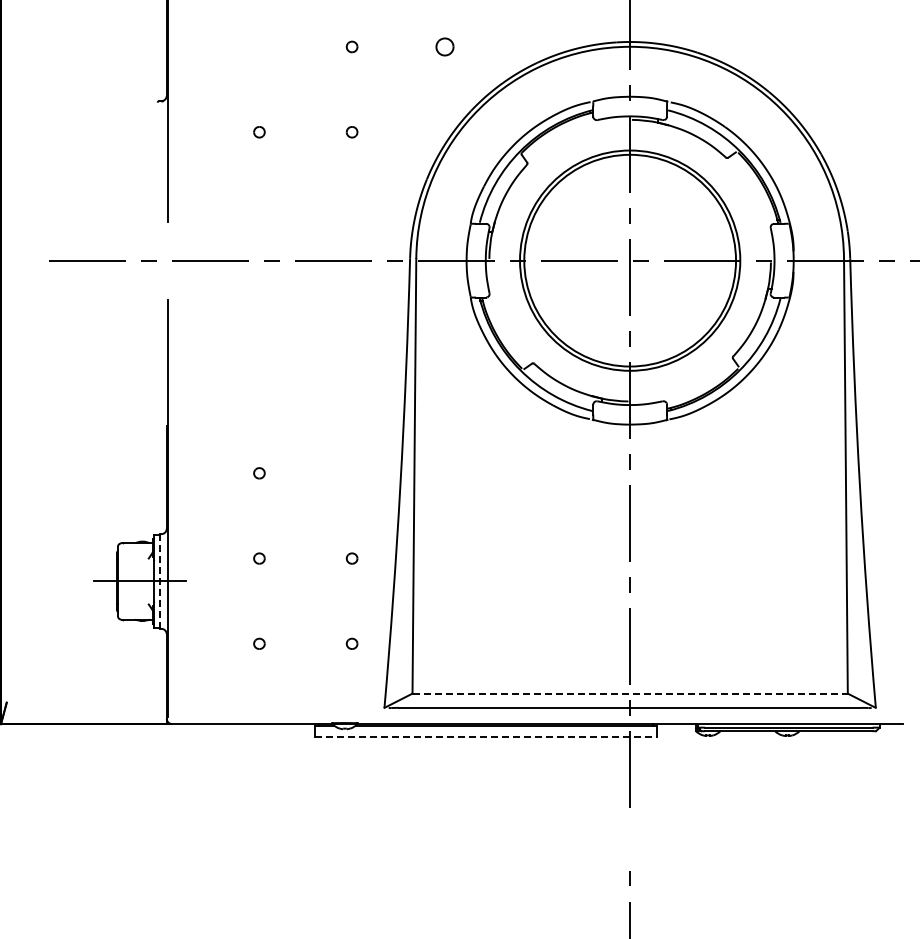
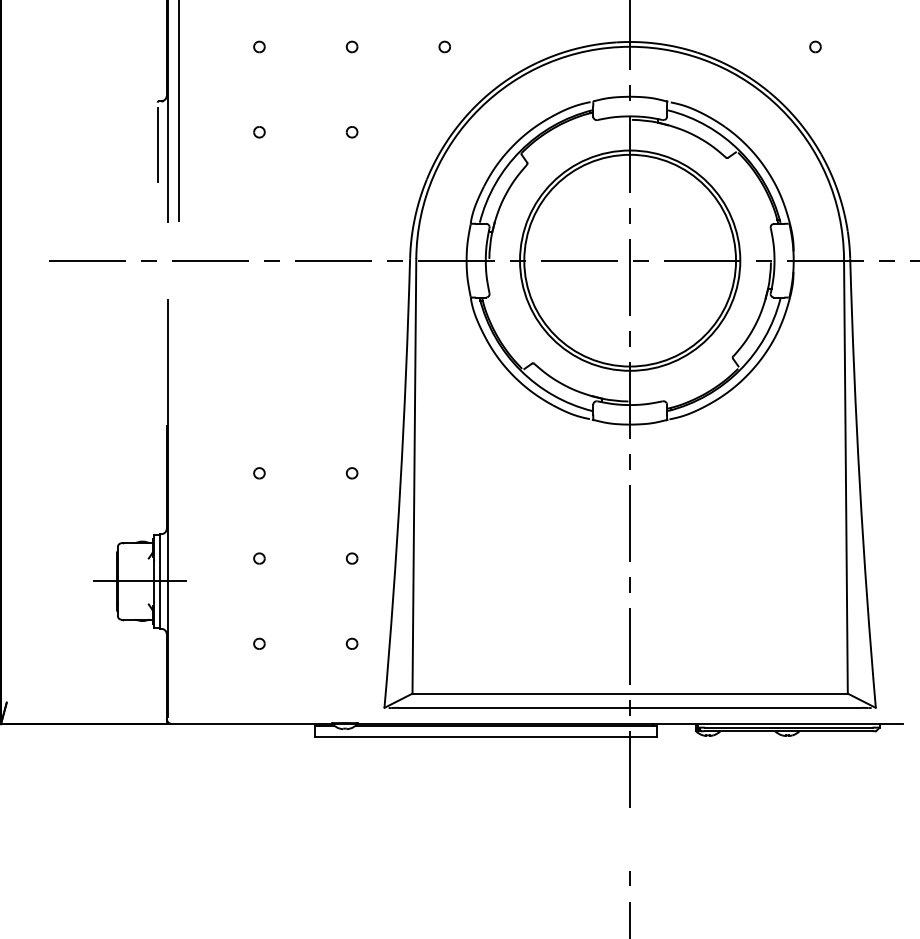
part at (259, 46): none -> present
part at (444, 46) size: 20x20 px -> 13x14 px
part at (815, 46): none -> present
line at (179, 111): none -> present
line at (157, 145): none -> present
part at (351, 473): none -> present
line at (159, 582): dashed -> solid
line at (630, 693): dashed -> solid
line at (486, 736): dashed -> solid
